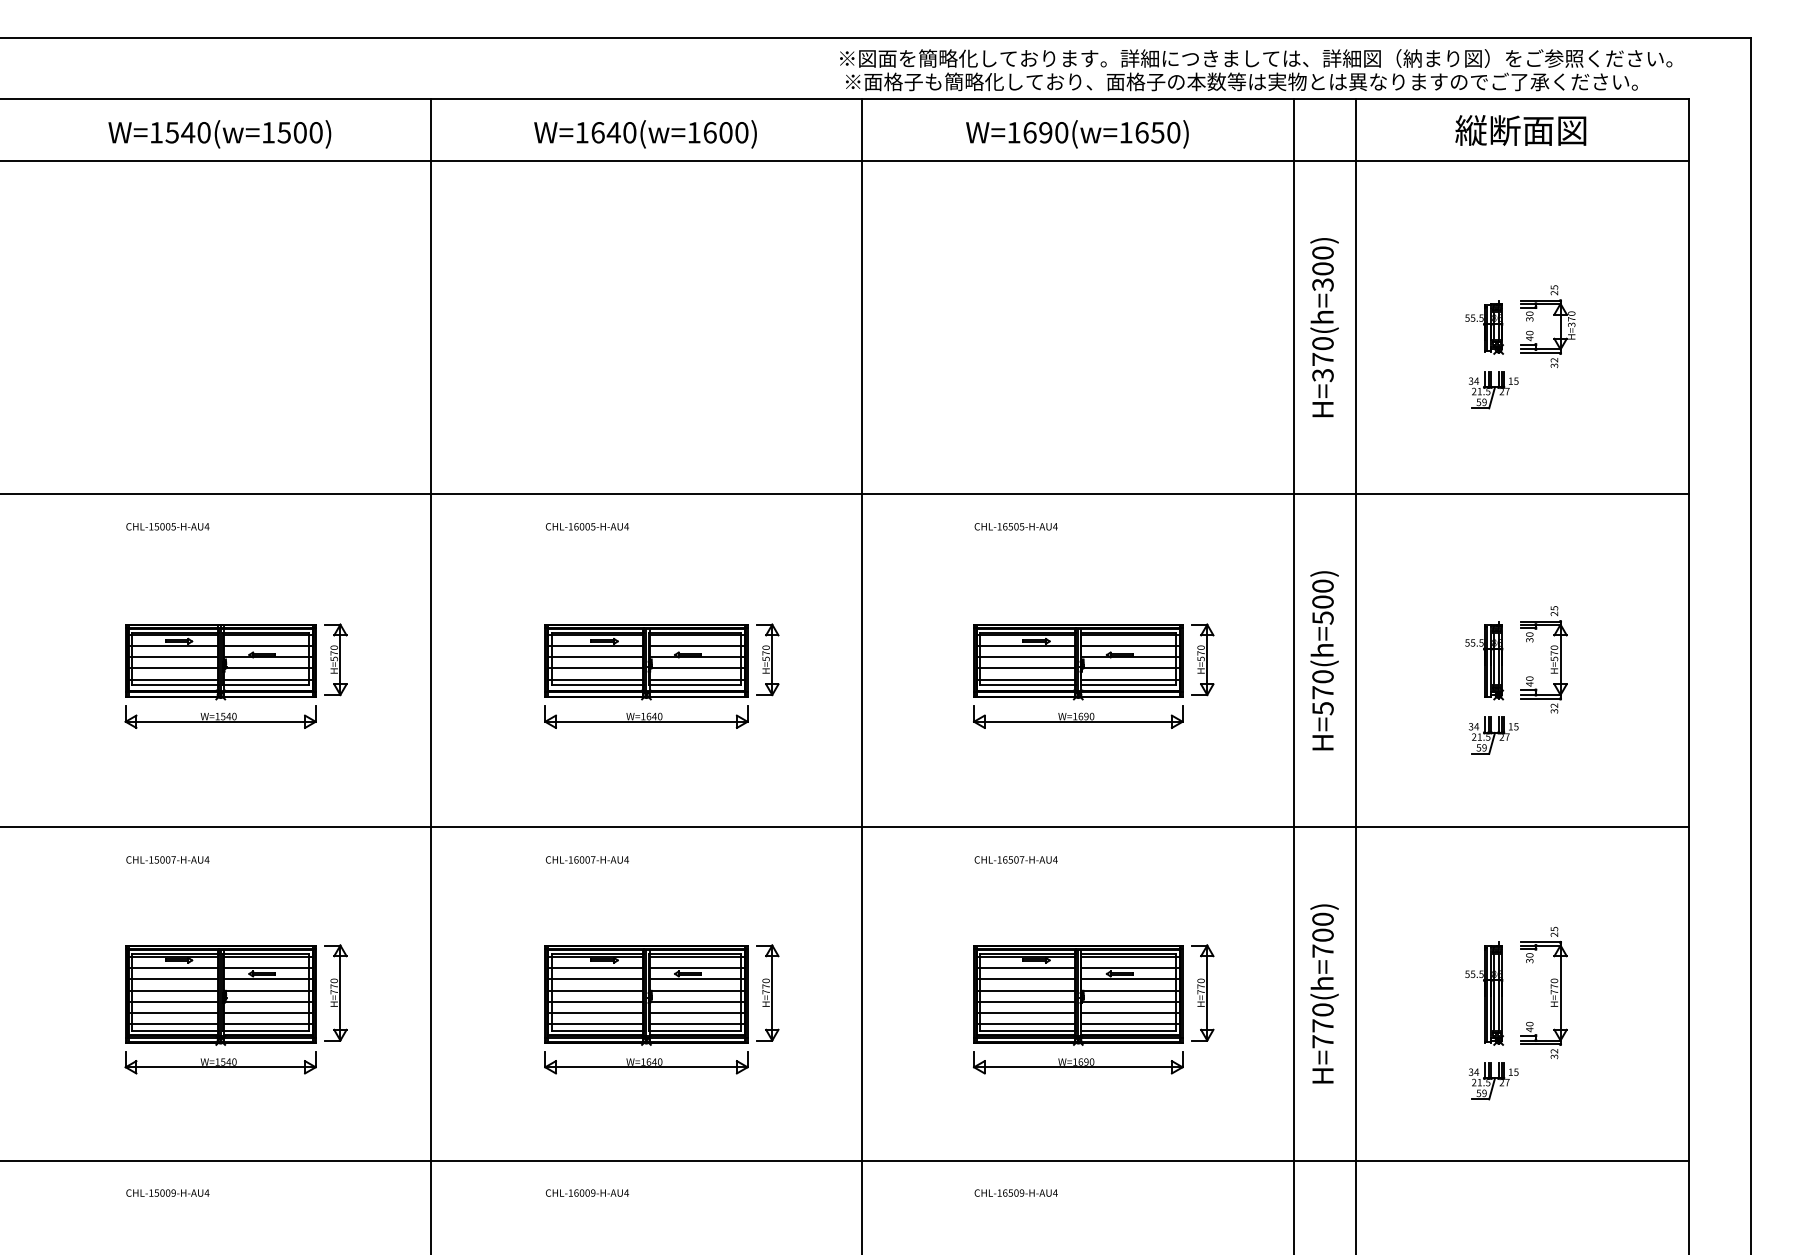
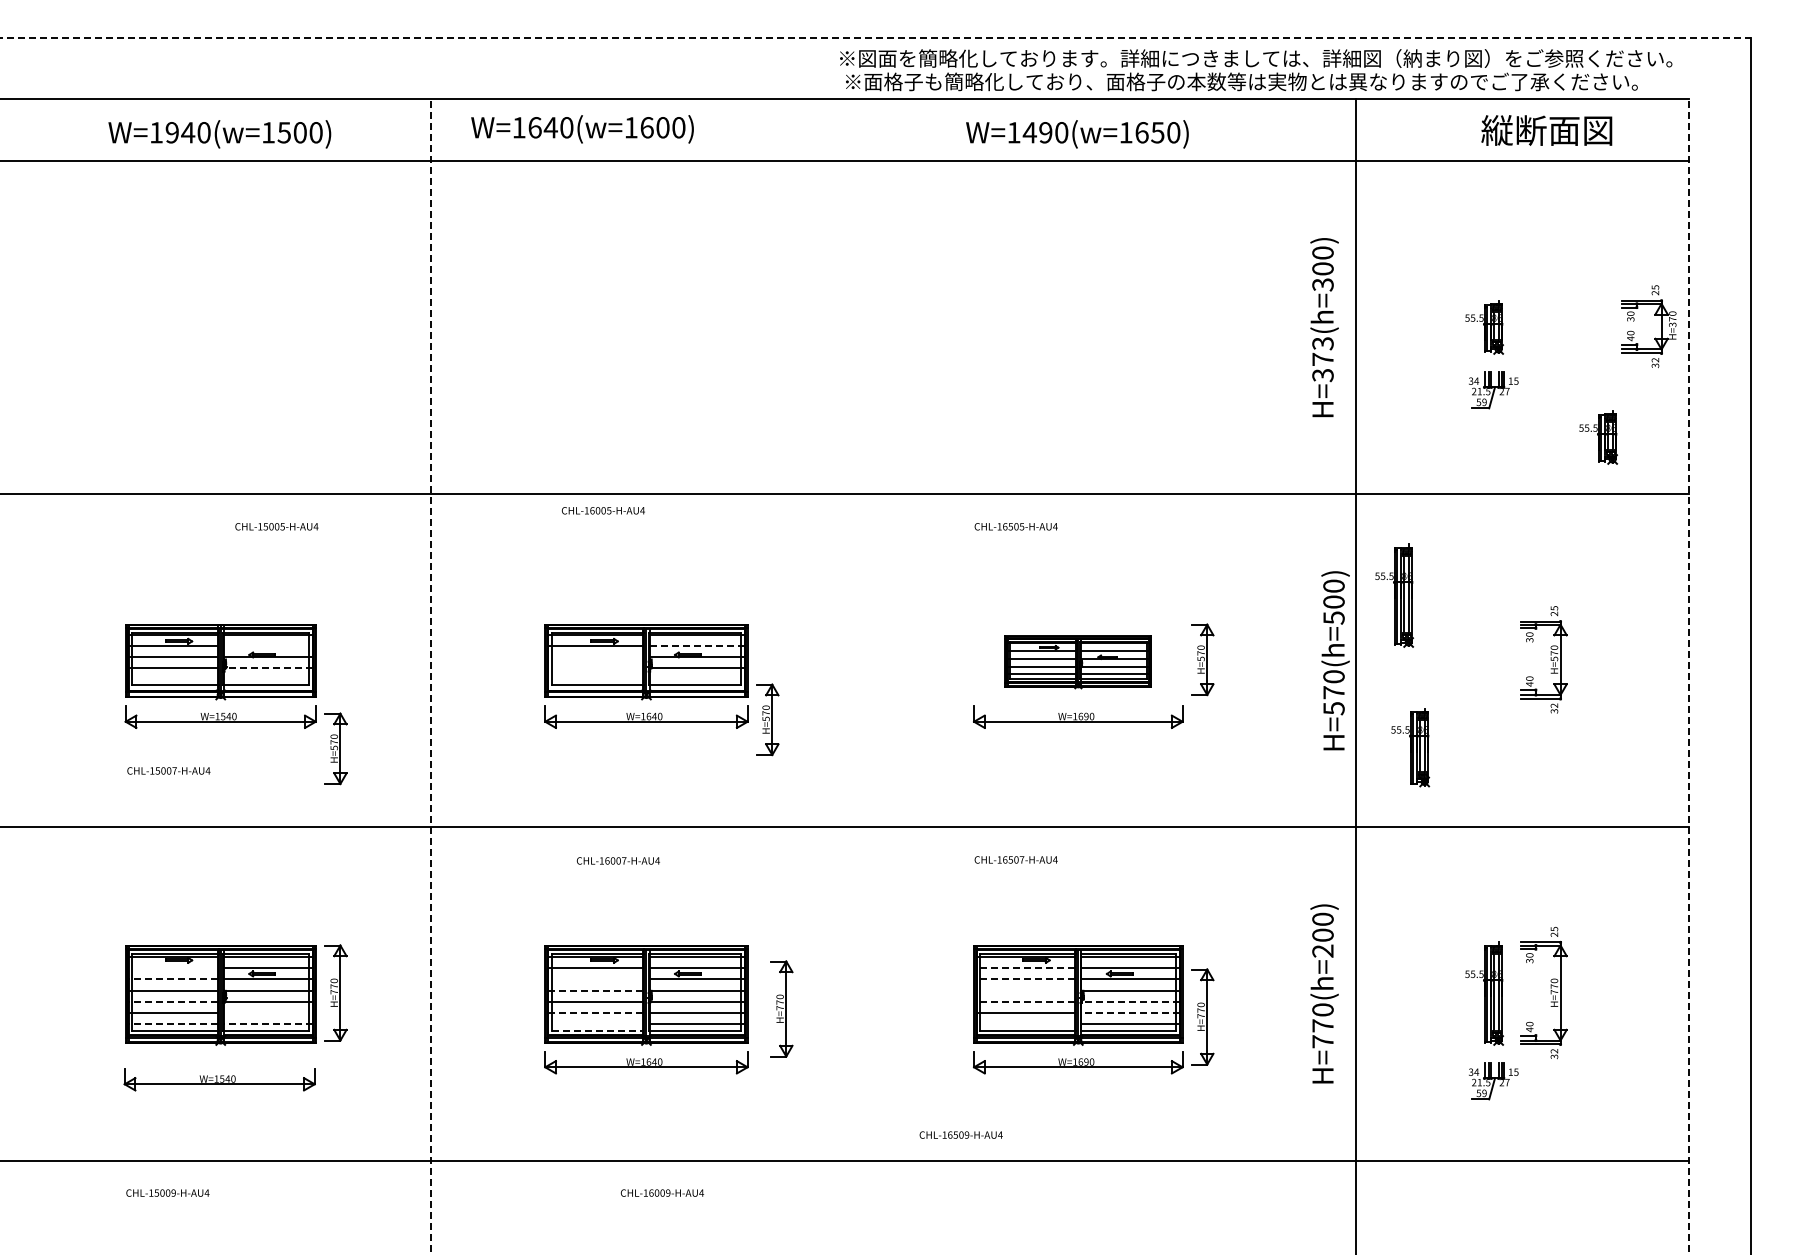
line at (876, 37): solid -> dashed
text at (1520, 130) position: (1520, 130) -> (1546, 130)
text at (171, 132): W=1540(w=1500) -> W=1940(w=1500)
text at (1029, 132): W=1690(w=1650) -> W=1490(w=1650)
text at (645, 134) position: (645, 134) -> (582, 129)
part at (1553, 315) position: (1553, 315) -> (1654, 315)
text at (1322, 343): H=370(h=300) -> H=373(h=300)
part at (1598, 437): none -> present
text at (167, 526) position: (167, 526) -> (276, 526)
text at (586, 526) position: (586, 526) -> (602, 510)
part at (1394, 595): none -> present
line at (267, 646): present -> none
line at (697, 646): solid -> dashed
line at (595, 657): present -> none
part at (335, 659) position: (335, 659) -> (335, 748)
part at (767, 659) position: (767, 659) -> (767, 719)
text at (1324, 660) position: (1324, 660) -> (1335, 660)
part at (1484, 660) position: (1484, 660) -> (1410, 747)
part at (1078, 662) size: 211x77 px -> 148x55 px
line at (267, 668): solid -> dashed
line at (595, 668): present -> none
line at (862, 675): present -> none
line at (1294, 675): present -> none
line at (430, 676): solid -> dashed
line at (1689, 676): solid -> dashed
line at (172, 679): present -> none
line at (267, 679): present -> none
line at (595, 679): present -> none
line at (696, 679): present -> none
part at (1493, 735): present -> none
text at (167, 859) position: (167, 859) -> (168, 770)
text at (587, 859) position: (587, 859) -> (618, 860)
text at (1322, 950): H=770(h=700) -> H=770(h=200)
line at (172, 968): present -> none
line at (1025, 968): solid -> dashed
line at (172, 979): solid -> dashed
line at (595, 979): present -> none
line at (1025, 979): solid -> dashed
line at (595, 990): solid -> dashed
line at (1026, 990): present -> none
part at (767, 992) position: (767, 992) -> (781, 1008)
part at (1202, 992) position: (1202, 992) -> (1202, 1016)
line at (172, 1001): solid -> dashed
line at (1025, 1001): solid -> dashed
line at (1130, 1001): solid -> dashed
line at (267, 1012): present -> none
line at (595, 1012): solid -> dashed
line at (1130, 1012): solid -> dashed
line at (172, 1023): solid -> dashed
line at (267, 1023): solid -> dashed
line at (595, 1023): present -> none
line at (1026, 1023): present -> none
line at (598, 1030): solid -> dashed
part at (220, 1062) position: (220, 1062) -> (219, 1079)
text at (587, 1192) position: (587, 1192) -> (662, 1192)
text at (1015, 1192) position: (1015, 1192) -> (960, 1134)
